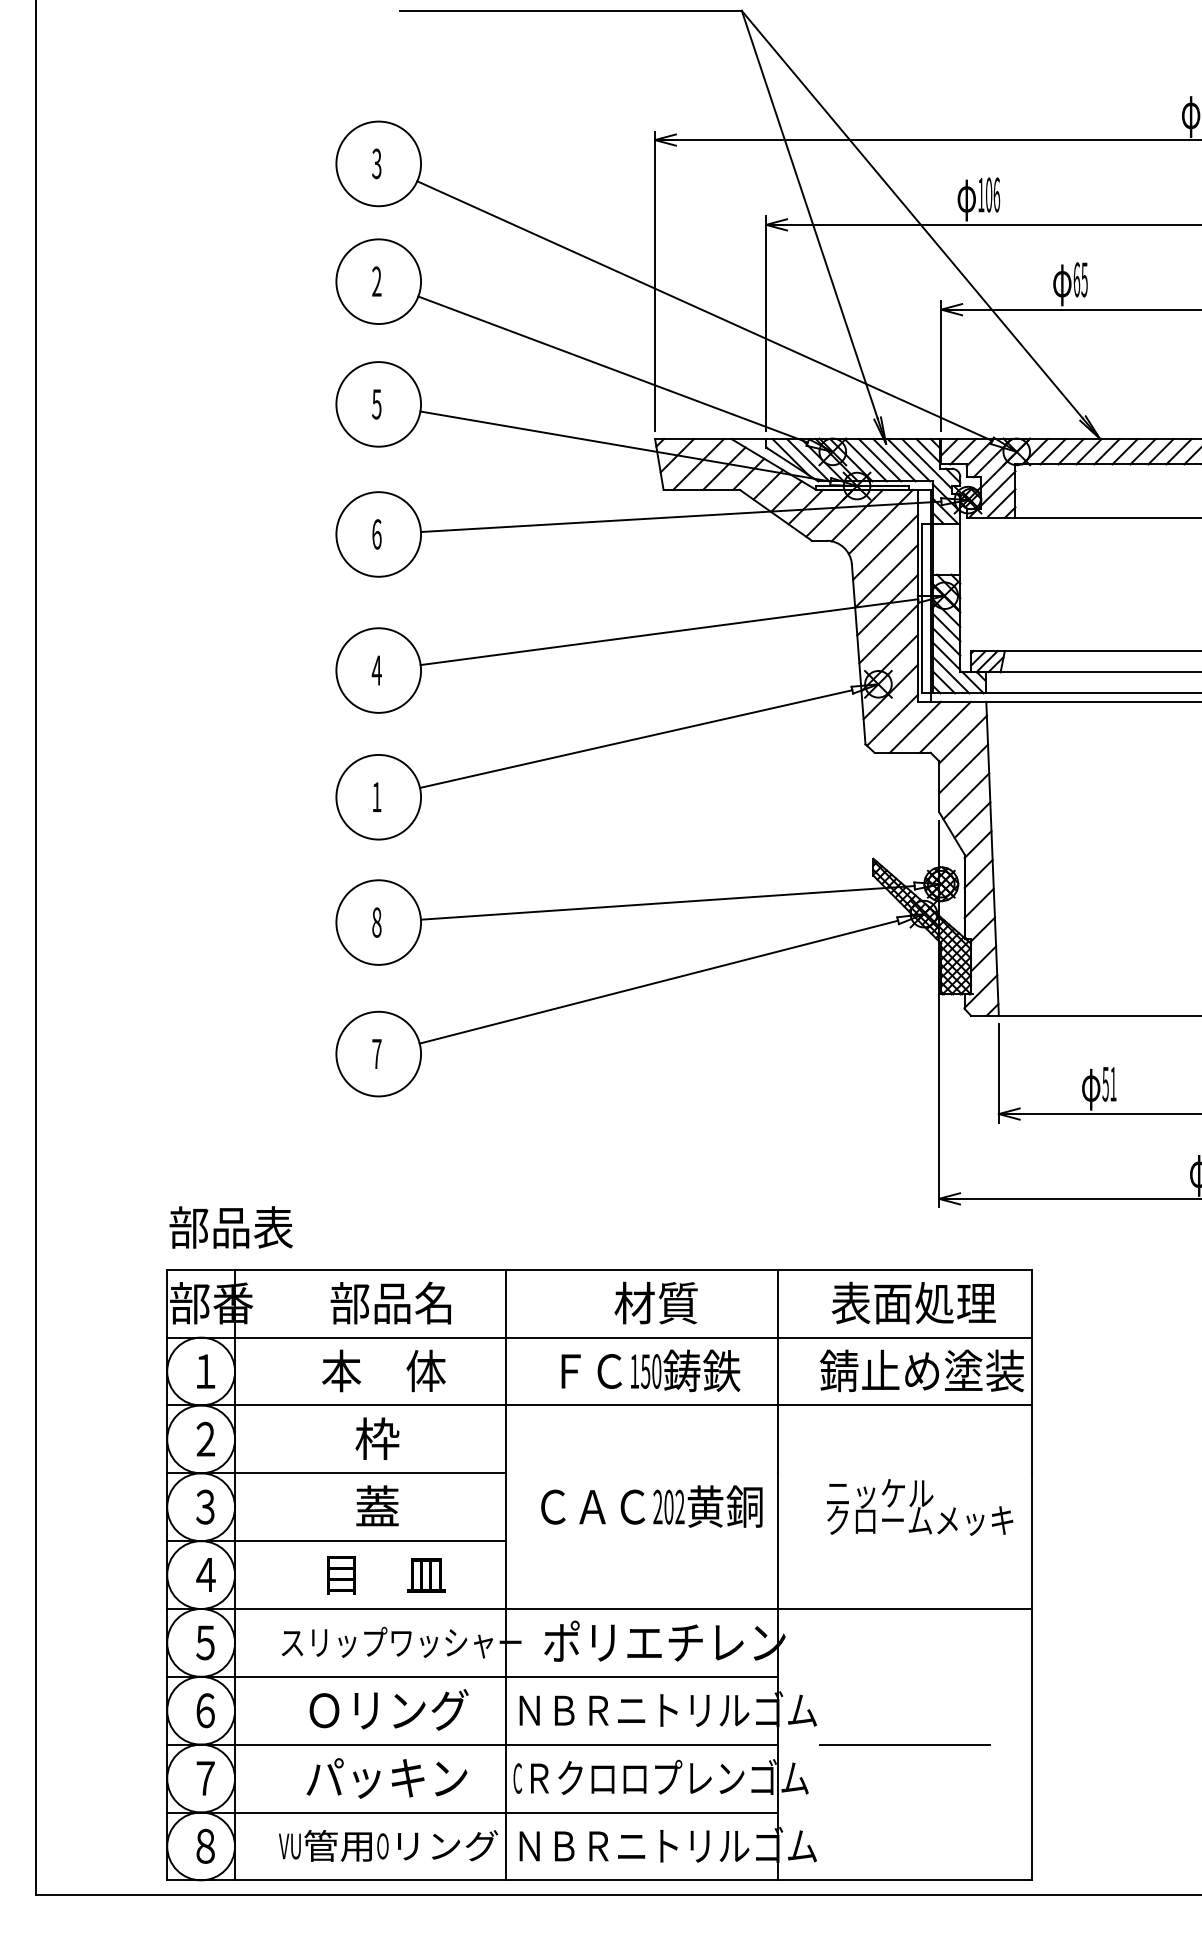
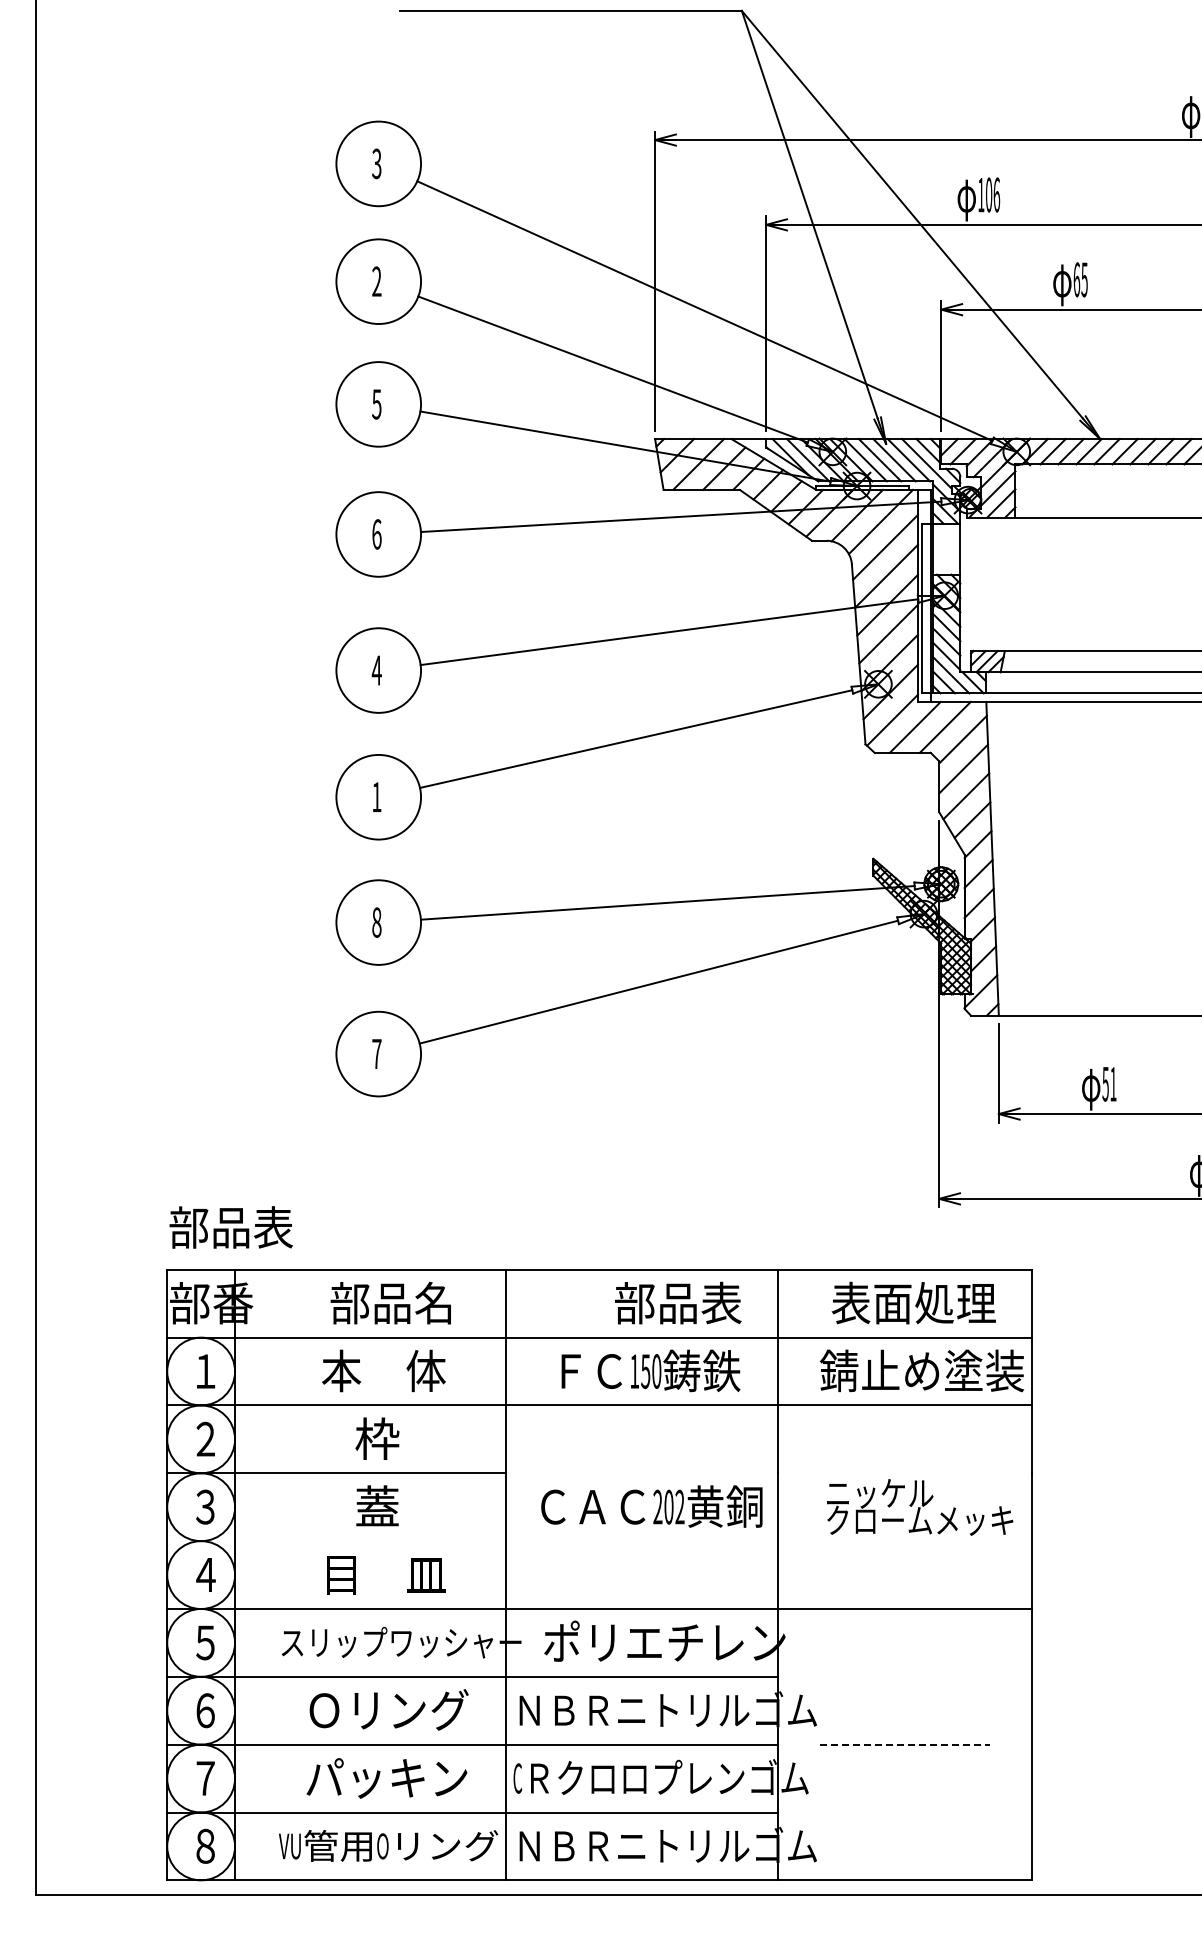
text at (677, 1302): 材質 -> 部品表
line at (336, 1541): present -> none
line at (904, 1744): solid -> dashed
